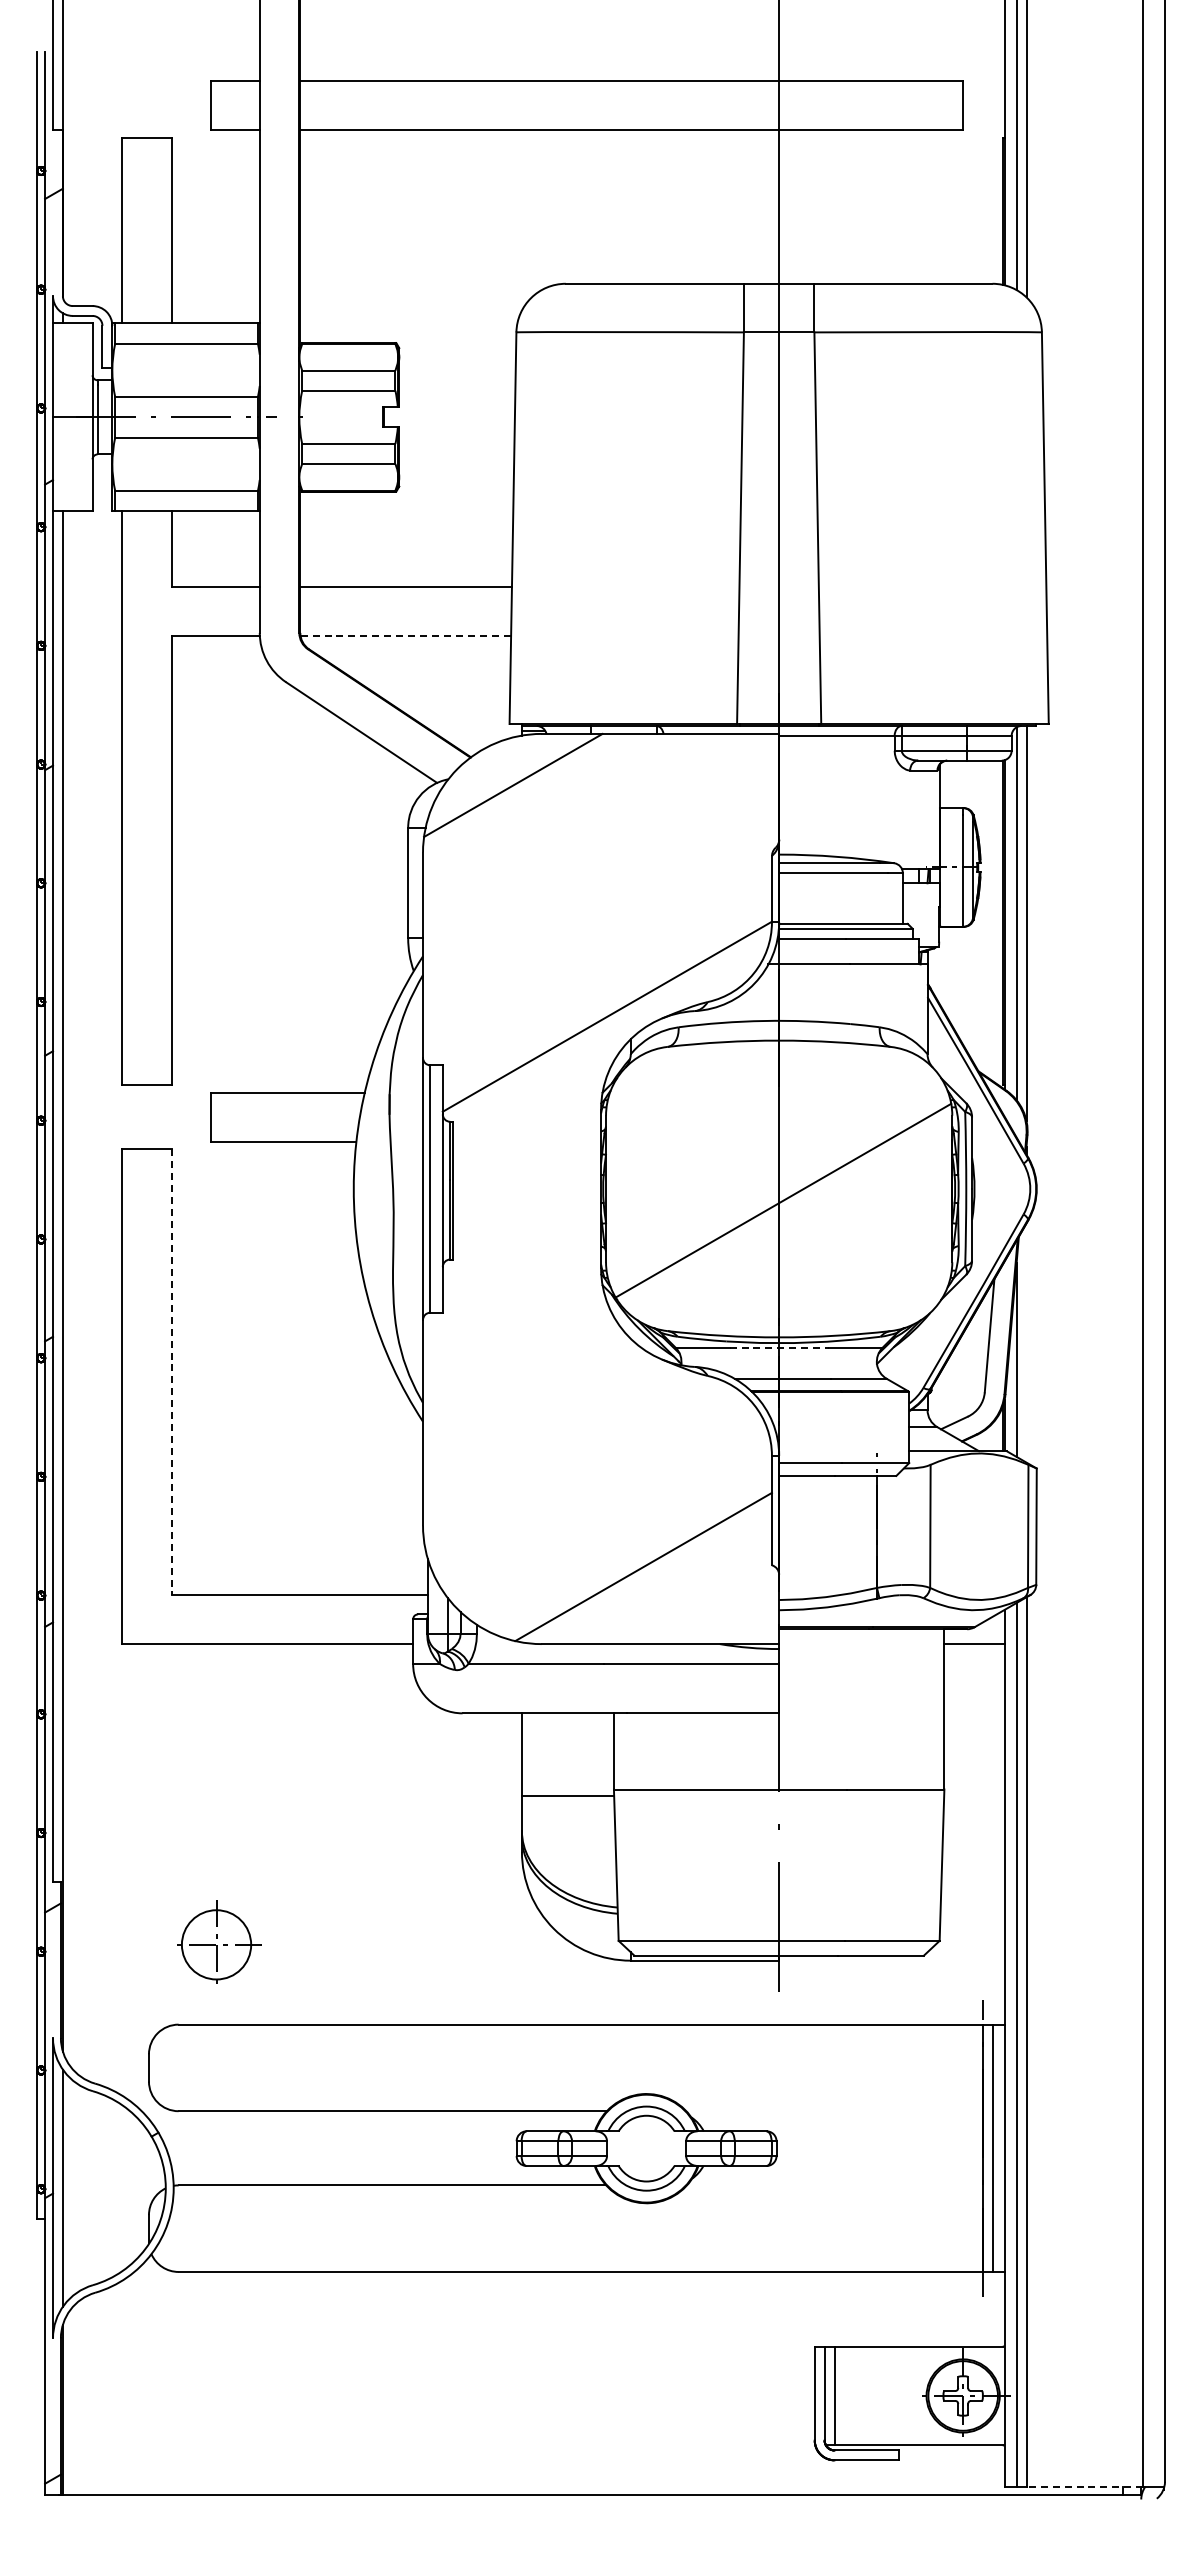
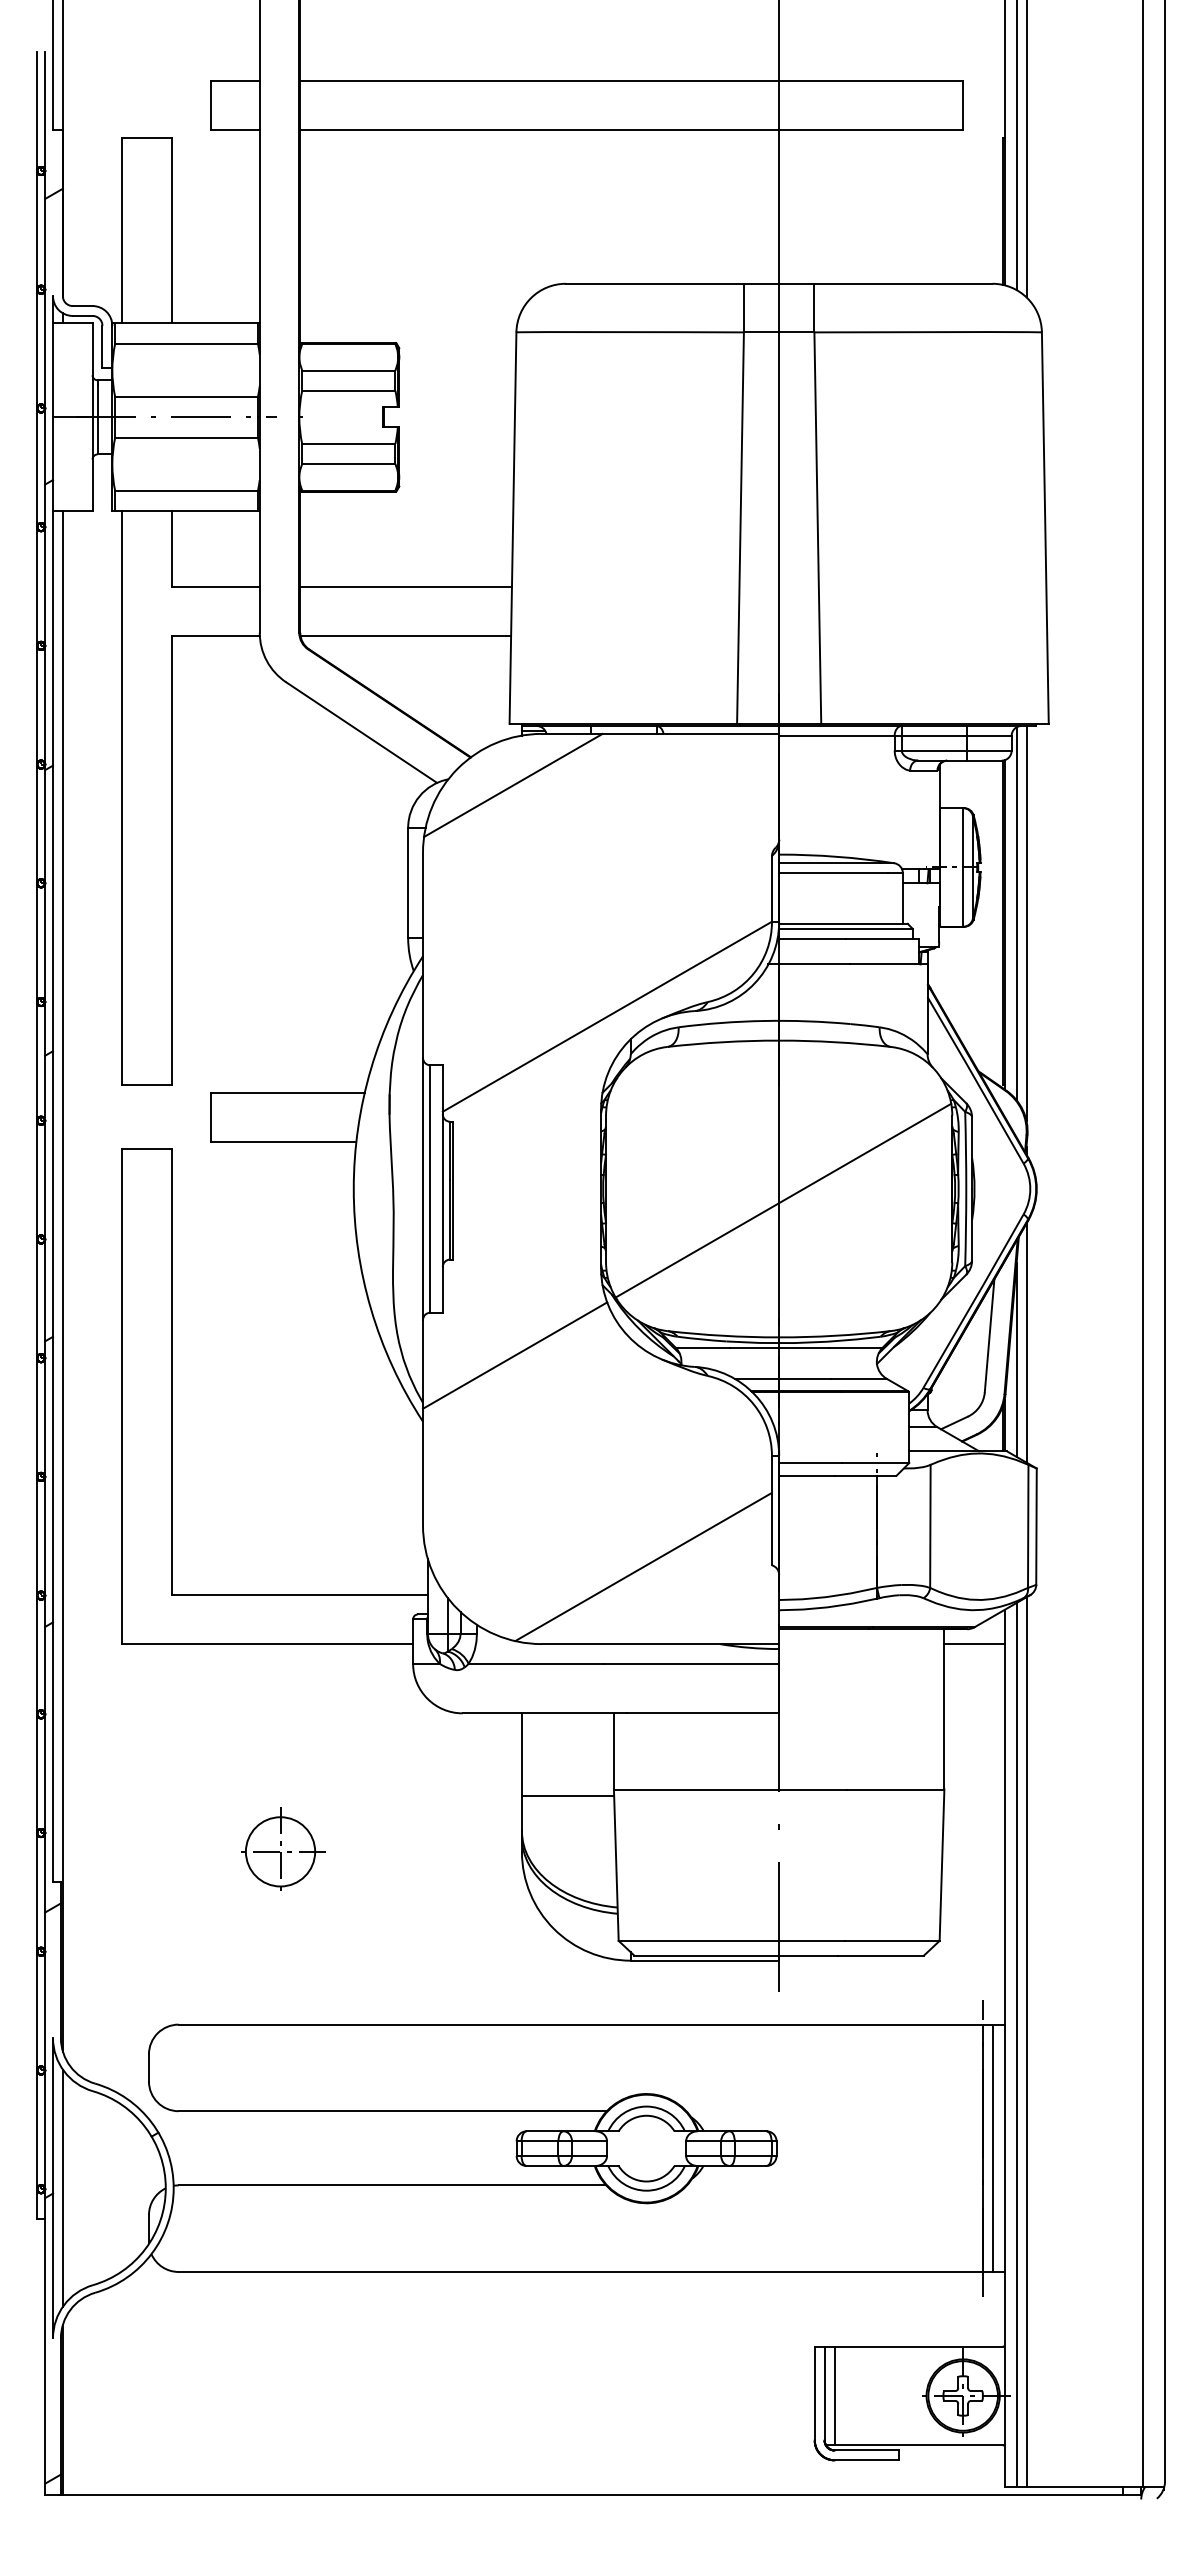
line at (406, 636): dashed -> solid
line at (1026, 1342): none -> present
line at (779, 1347): dashed -> solid
line at (515, 1355): none -> present
line at (171, 1372): dashed -> solid
part at (219, 1941) position: (219, 1941) -> (283, 1848)
line at (1084, 2486): dashed -> solid
